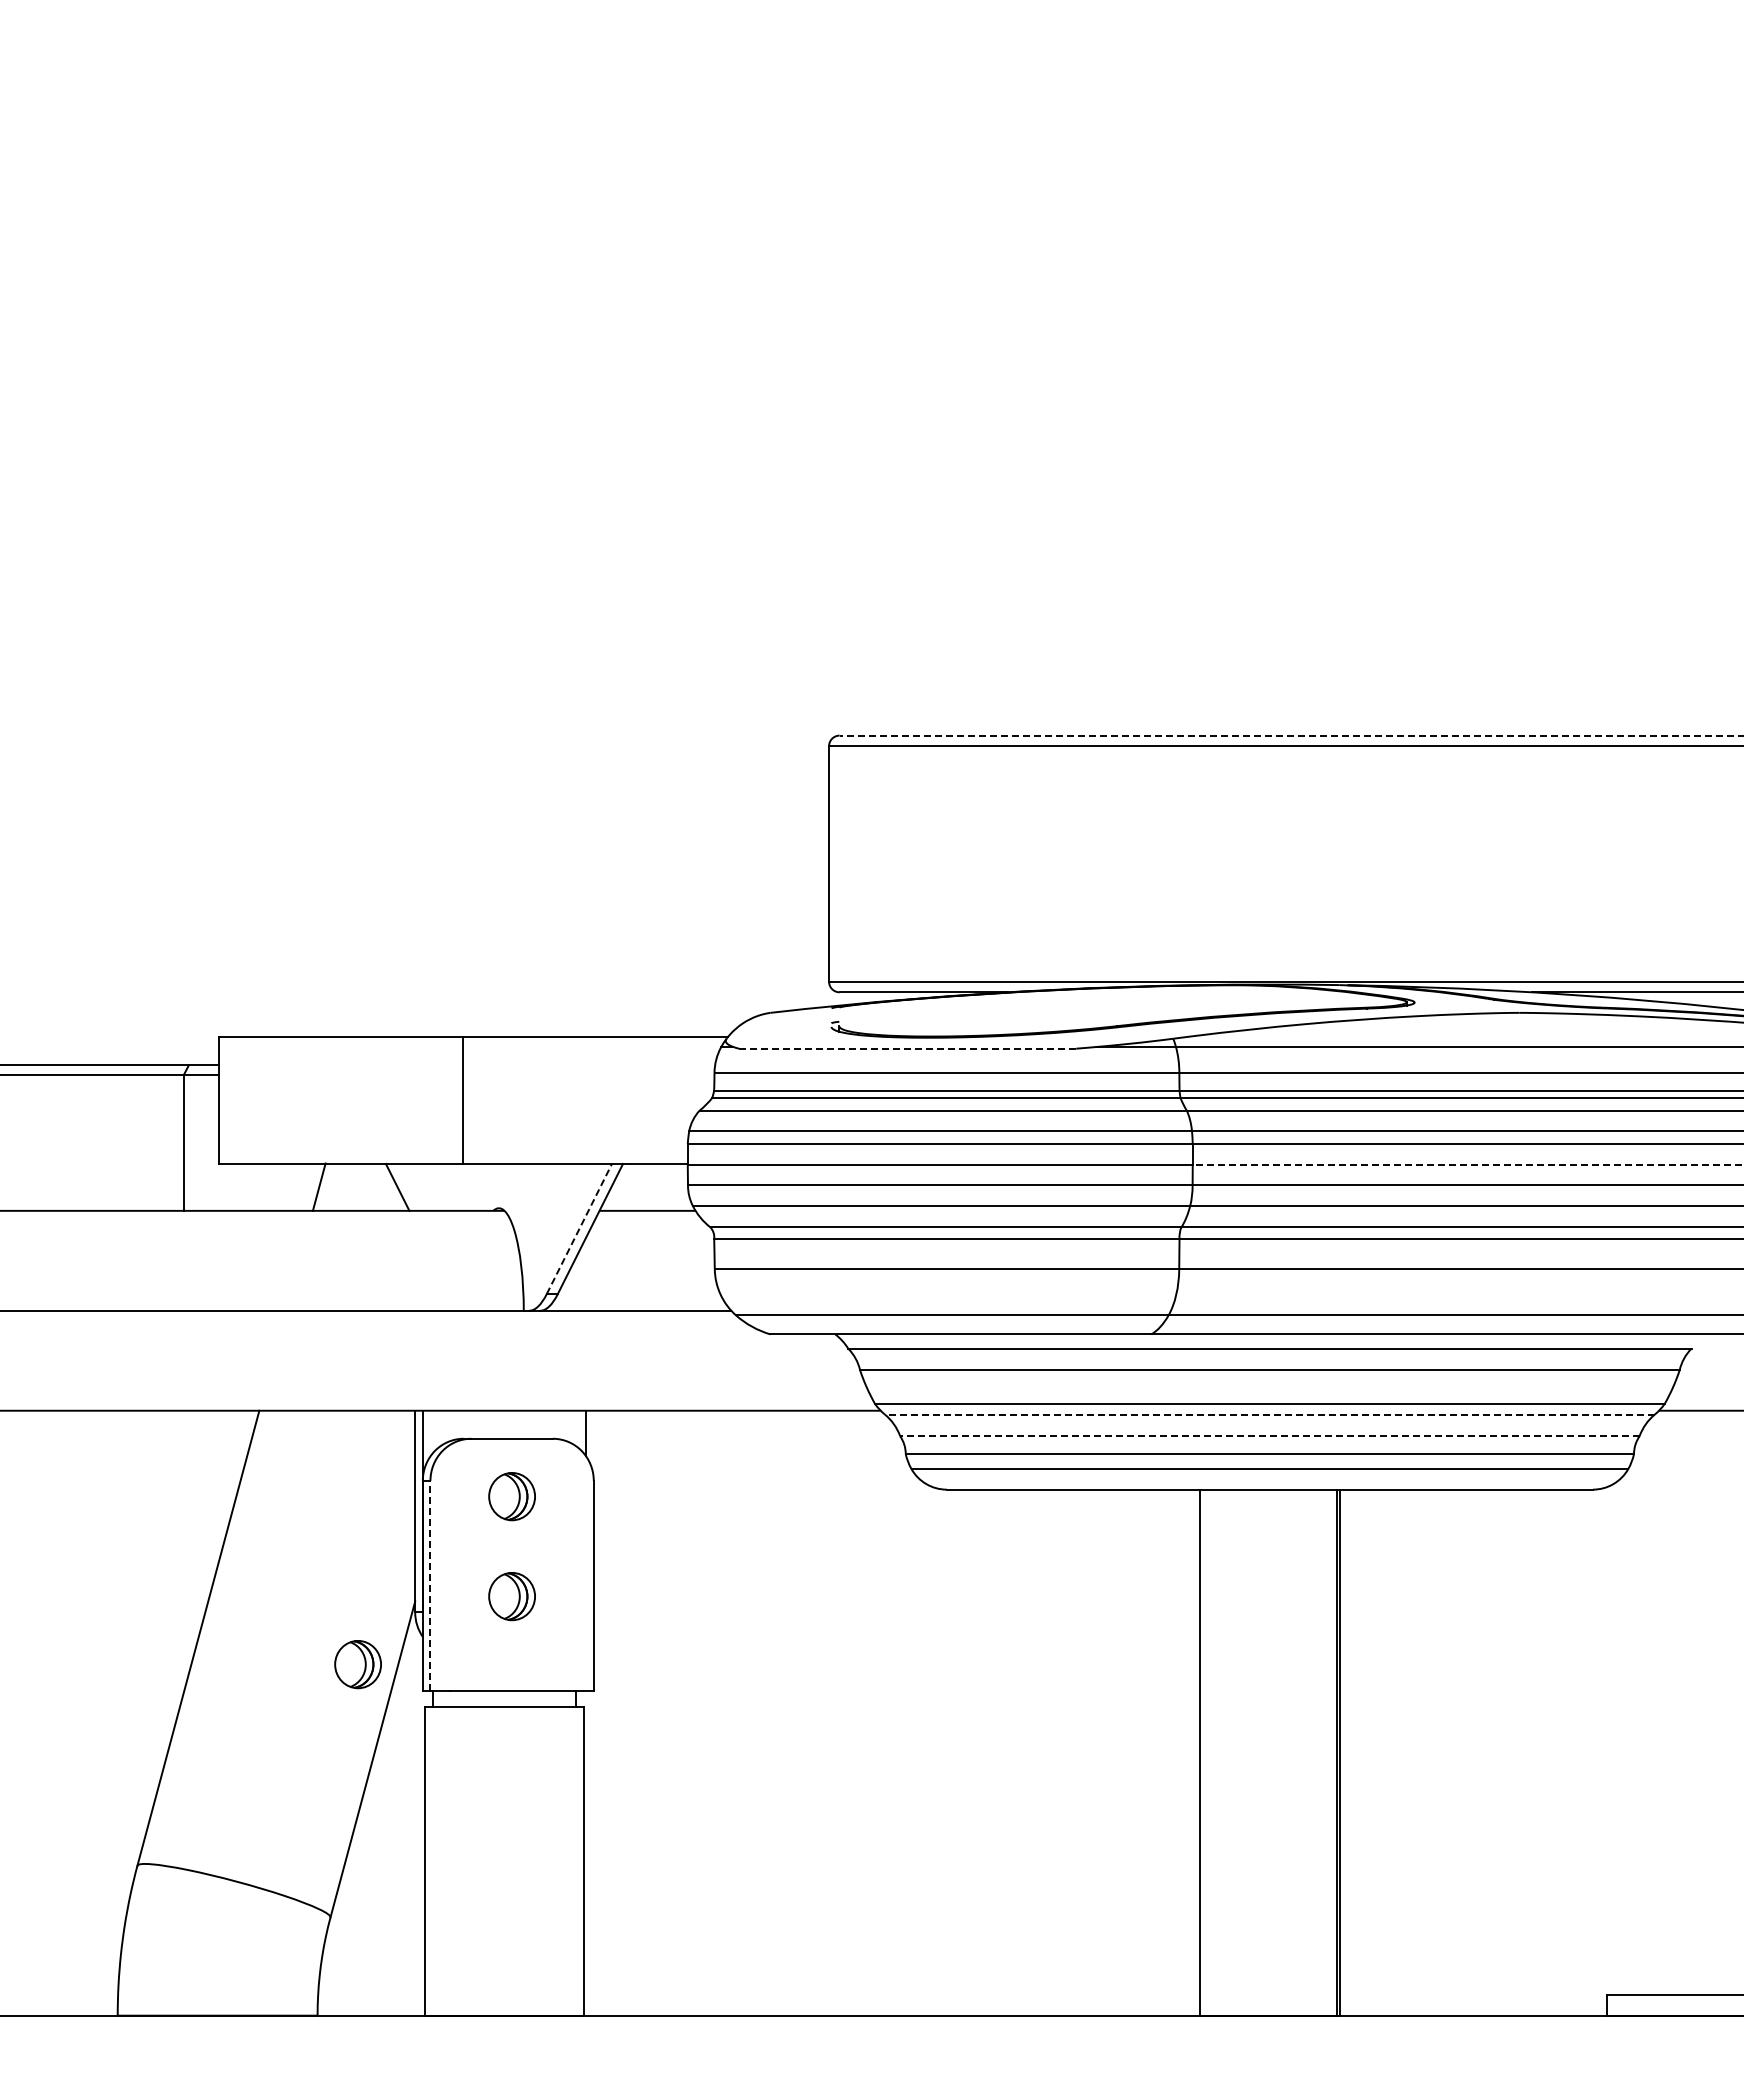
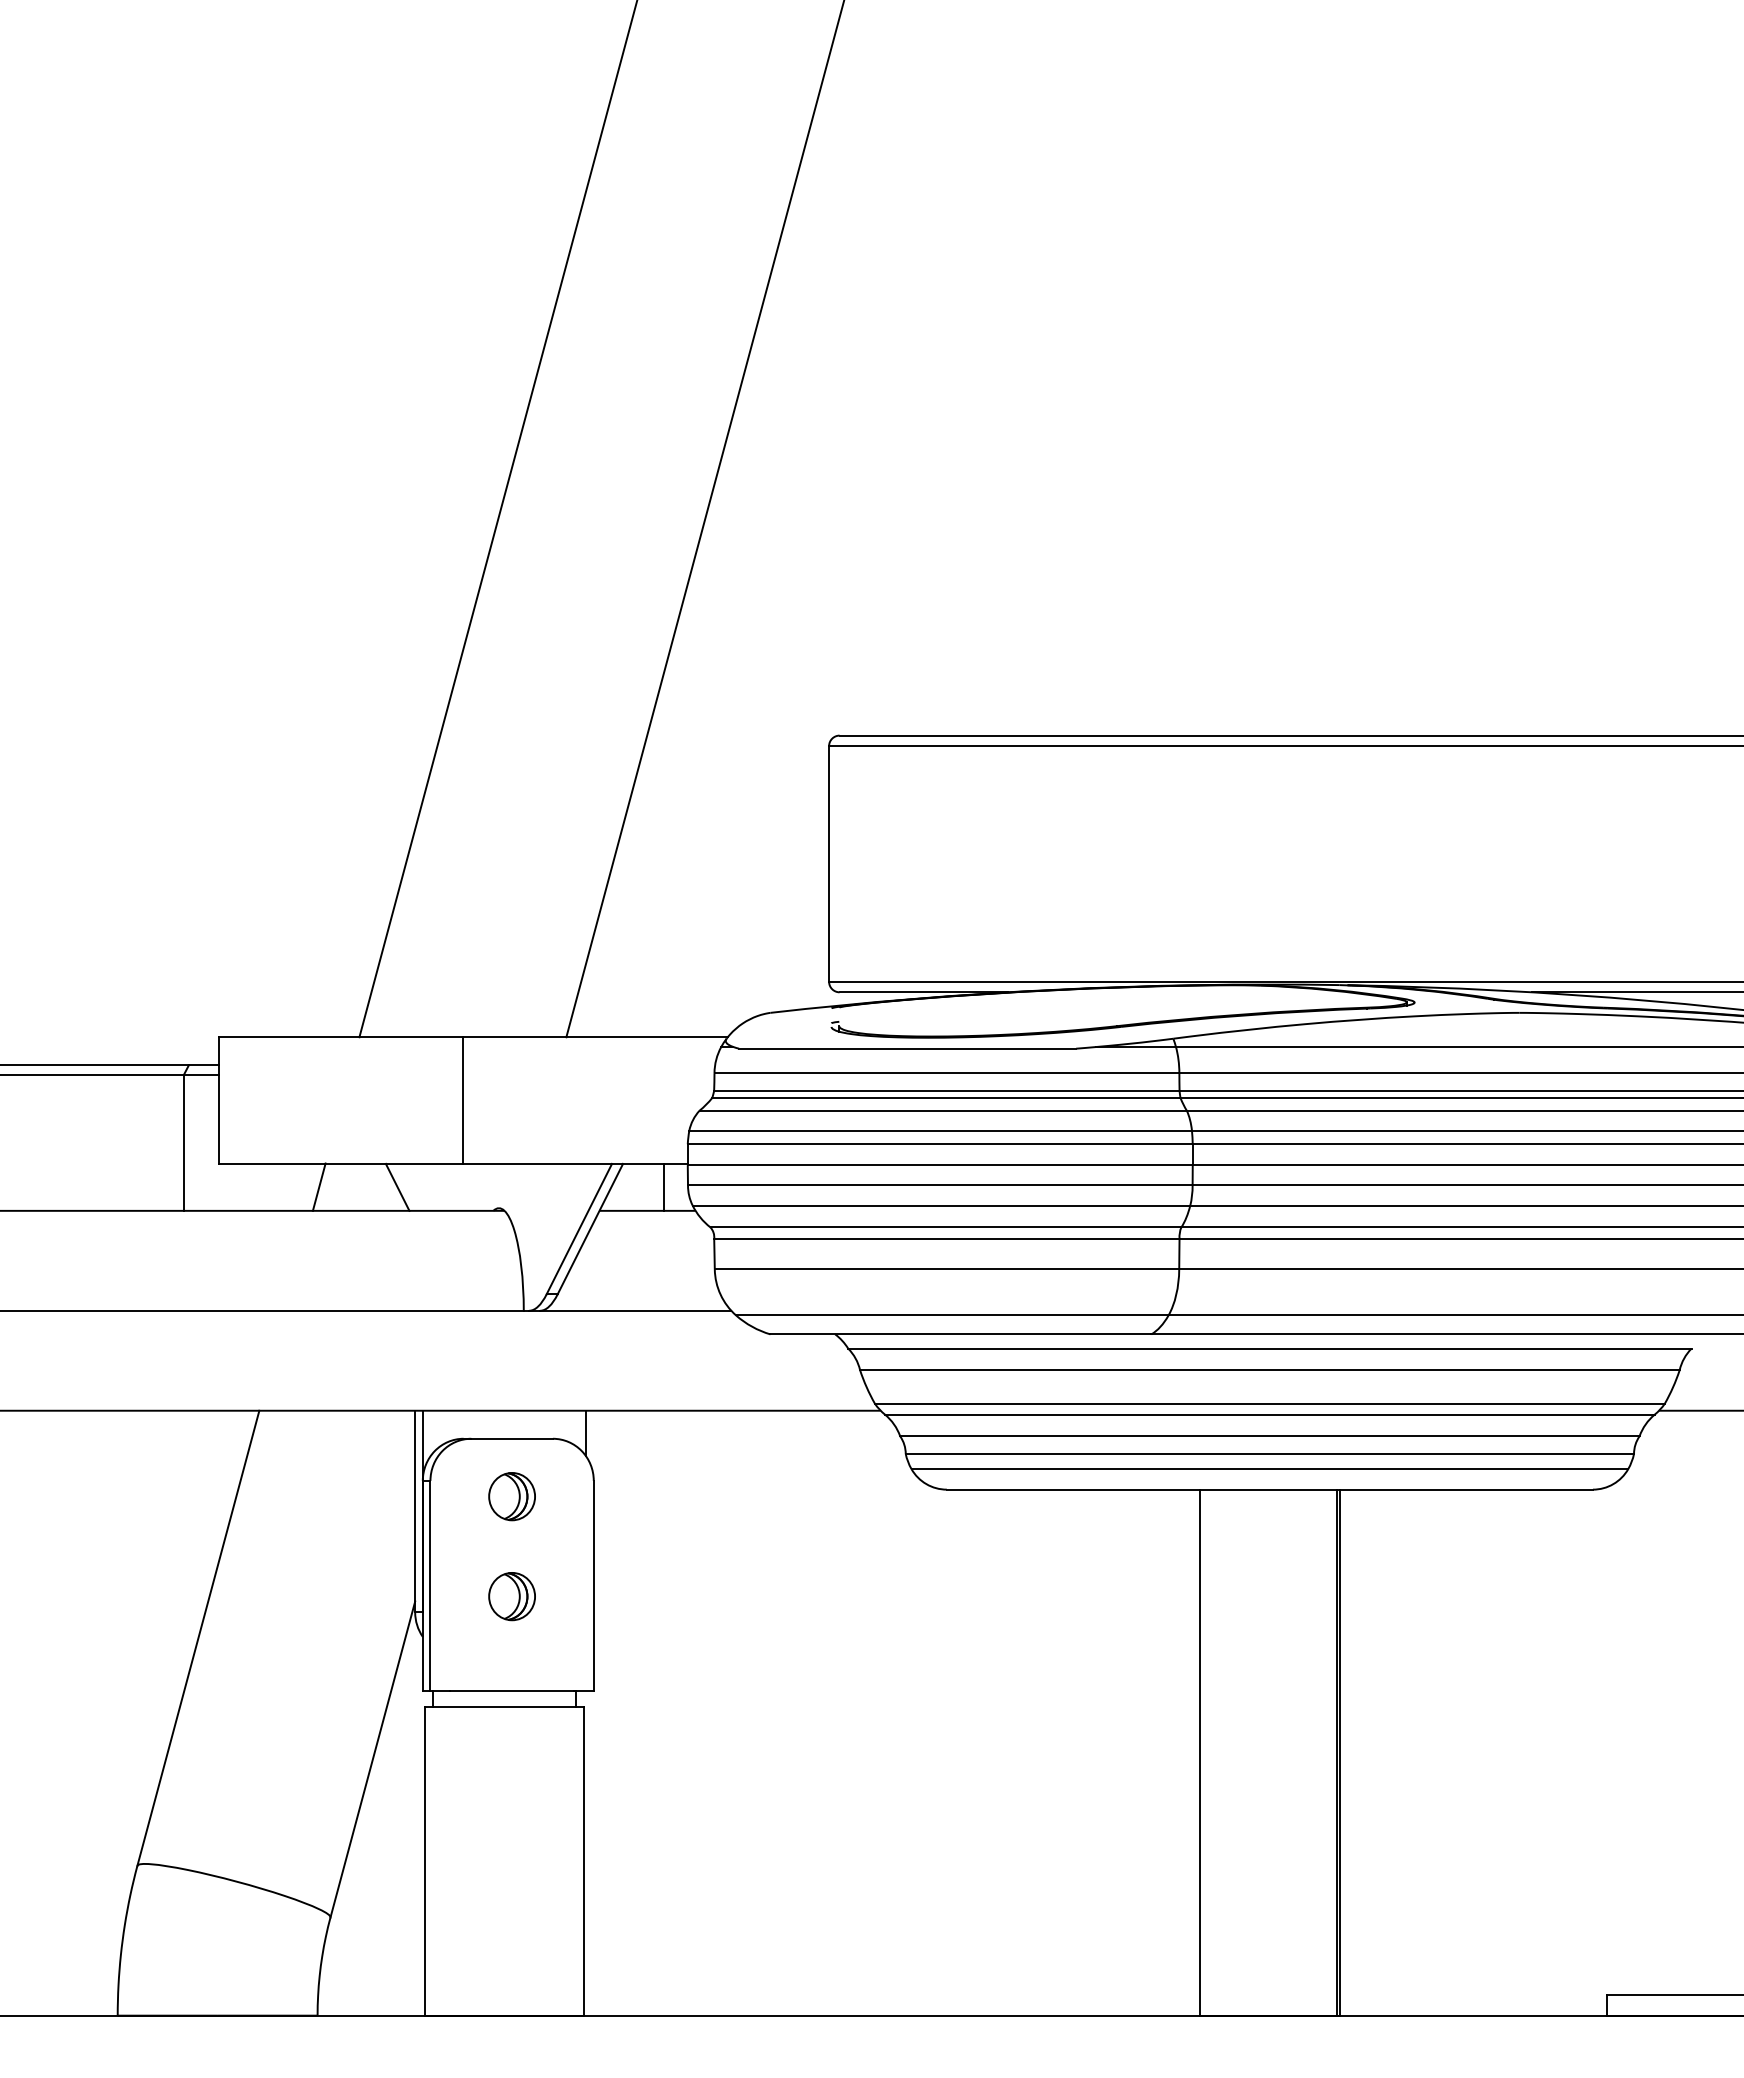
line at (497, 519): none -> present
line at (704, 519): none -> present
line at (1291, 735): dashed -> solid
line at (907, 1048): dashed -> solid
line at (1467, 1165): dashed -> solid
line at (664, 1186): none -> present
line at (579, 1228): dashed -> solid
line at (1269, 1414): dashed -> solid
line at (1269, 1436): dashed -> solid
line at (430, 1585): dashed -> solid
part at (357, 1664): present -> none
